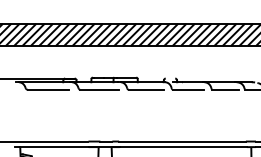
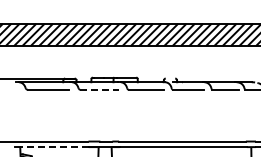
line at (99, 89): solid -> dashed
line at (54, 147): solid -> dashed
